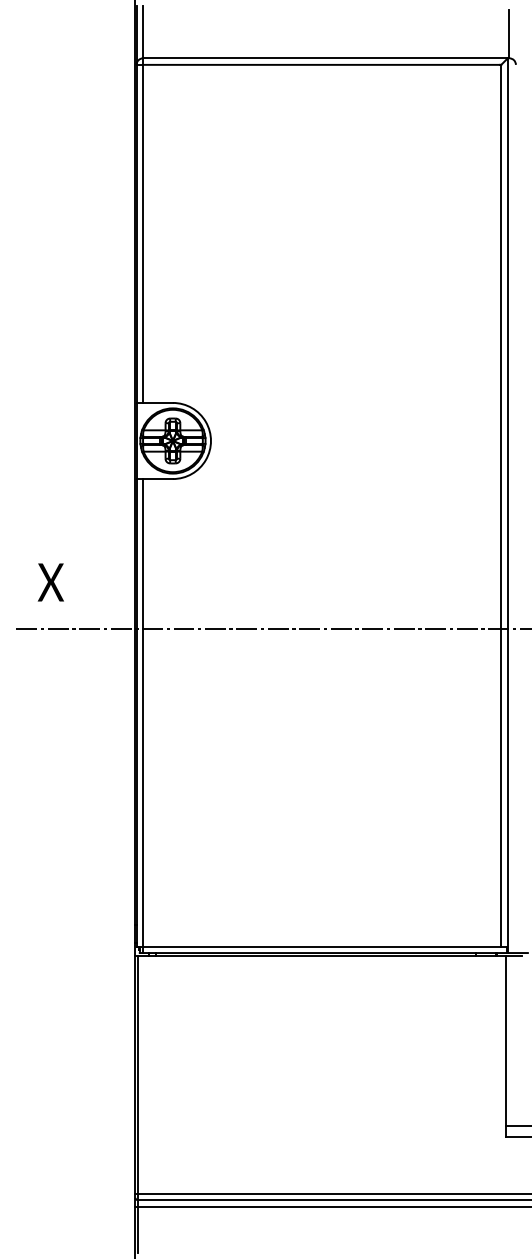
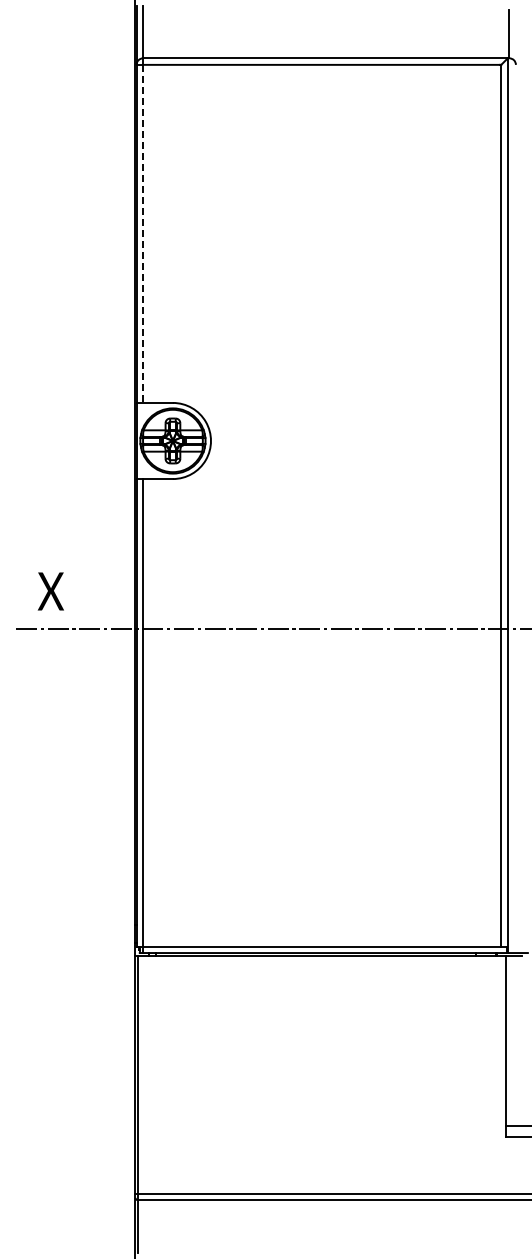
line at (143, 234): solid -> dashed
text at (50, 582) position: (50, 582) -> (50, 591)
line at (331, 1206): present -> none
